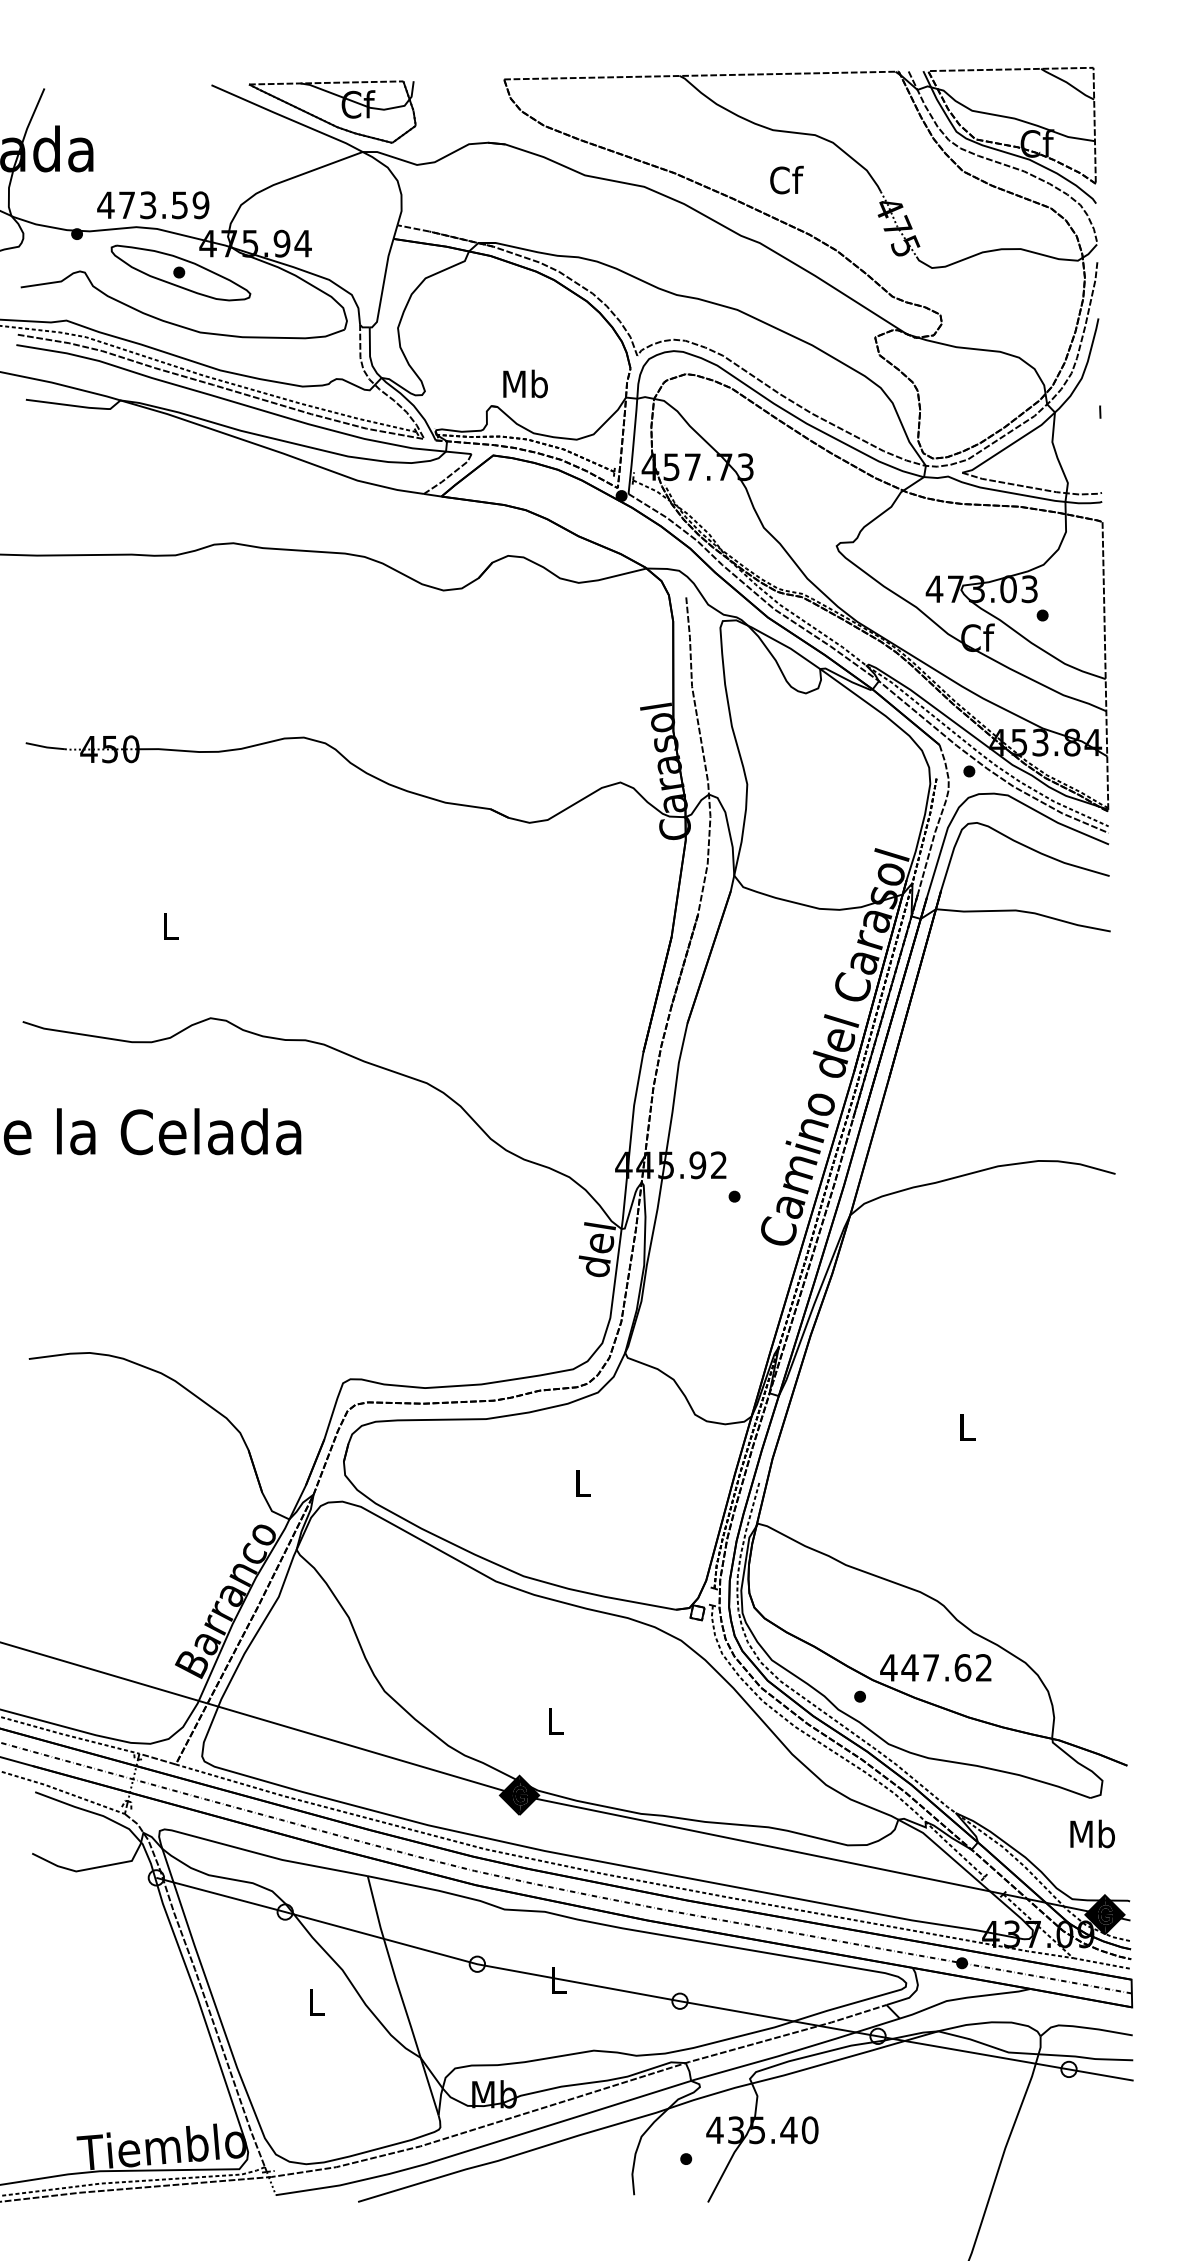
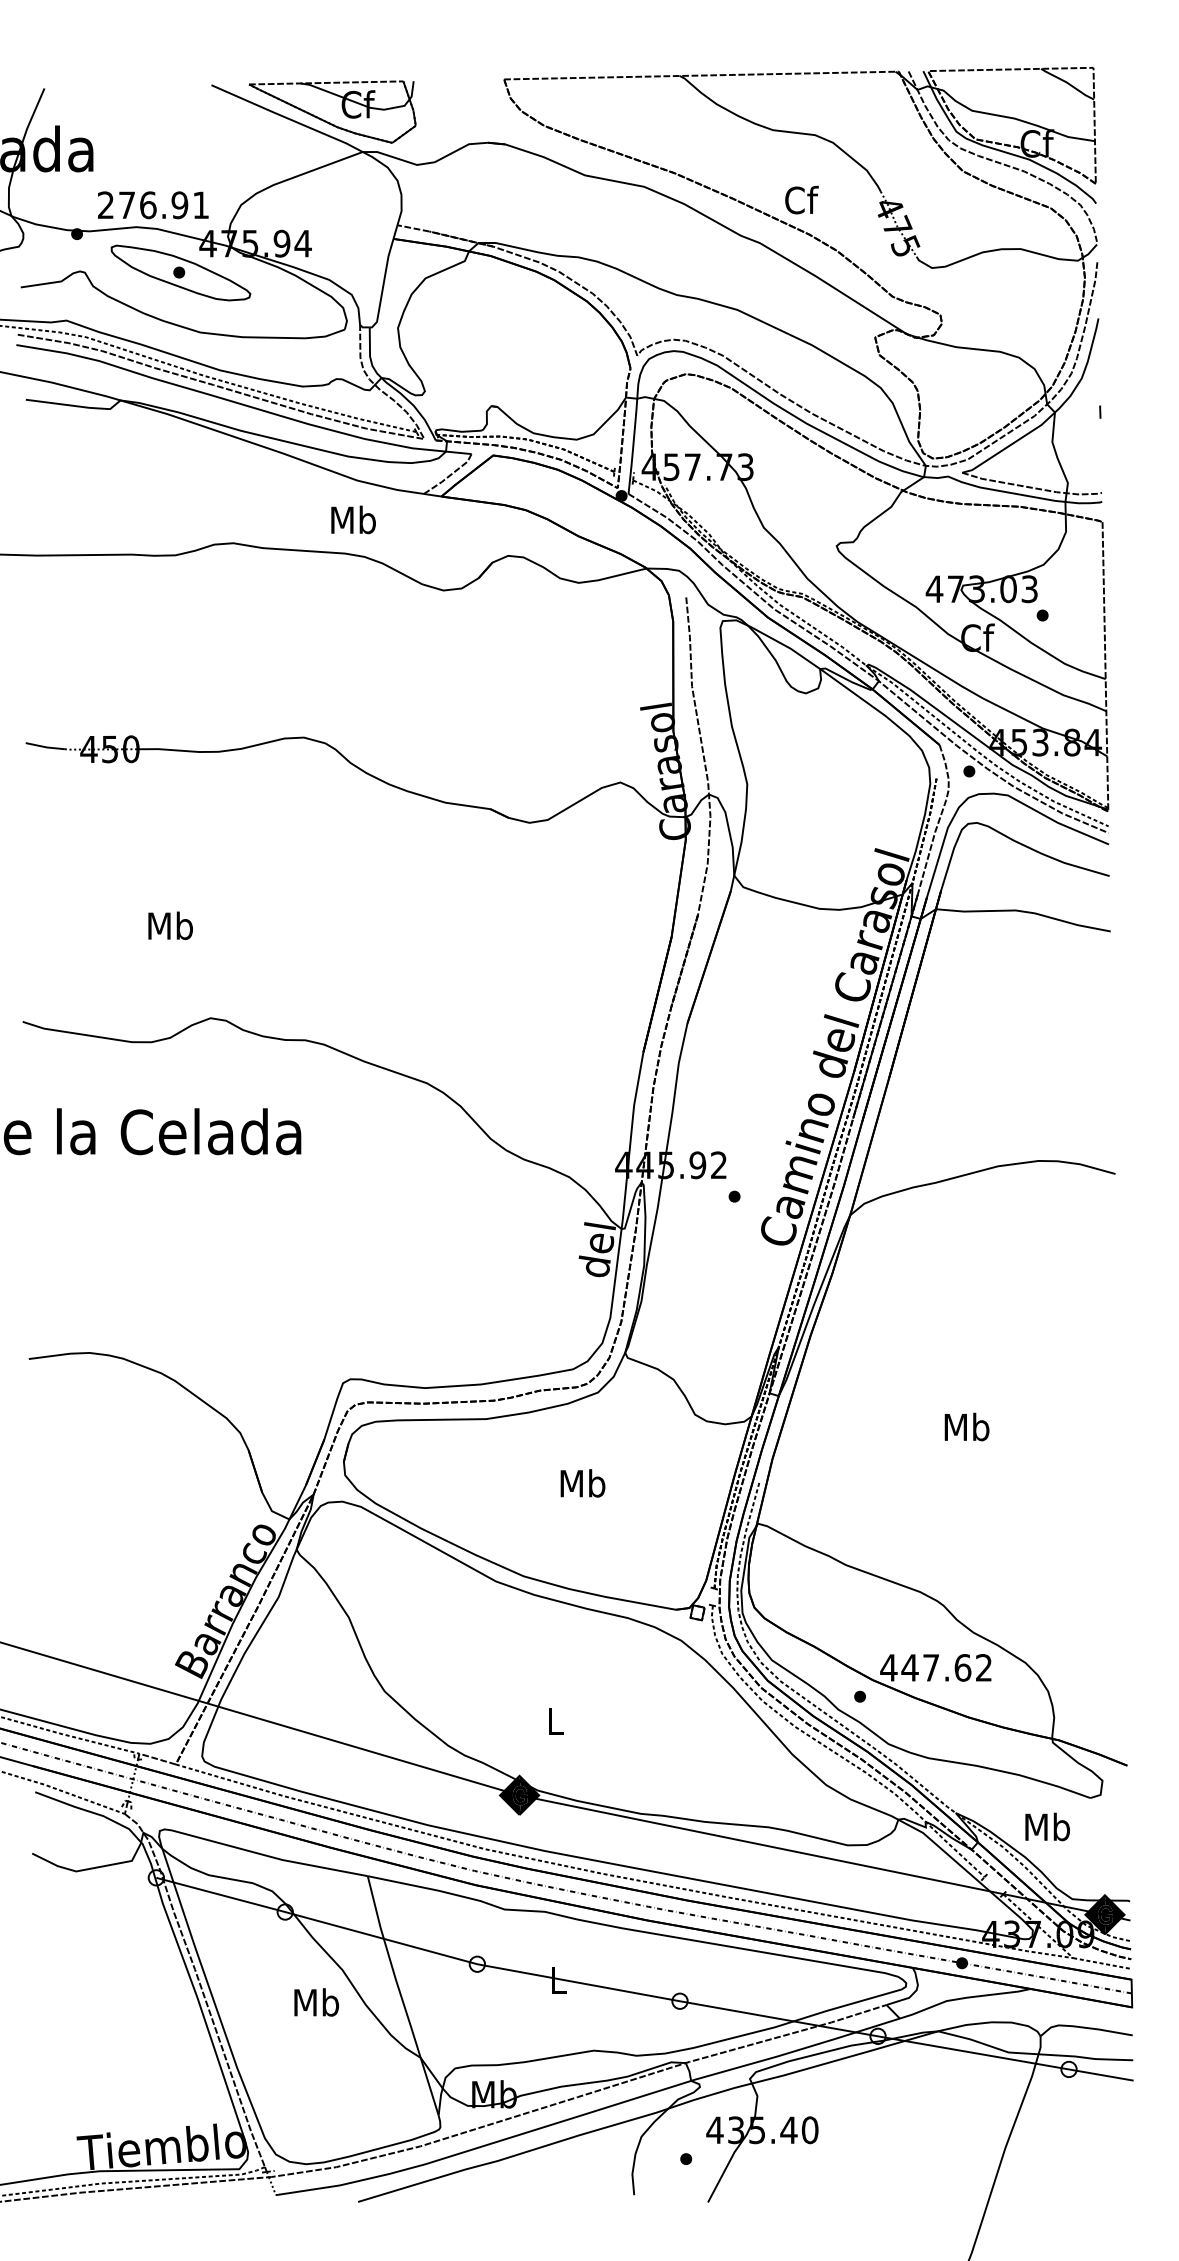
text at (786, 179) position: (786, 179) -> (801, 199)
text at (153, 205): 473.59 -> 276.91
text at (525, 383) position: (525, 383) -> (353, 519)
text at (170, 925): L -> Mb
text at (966, 1426): L -> Mb
text at (582, 1483): L -> Mb
text at (1092, 1833) position: (1092, 1833) -> (1047, 1826)
text at (316, 2002): L -> Mb
